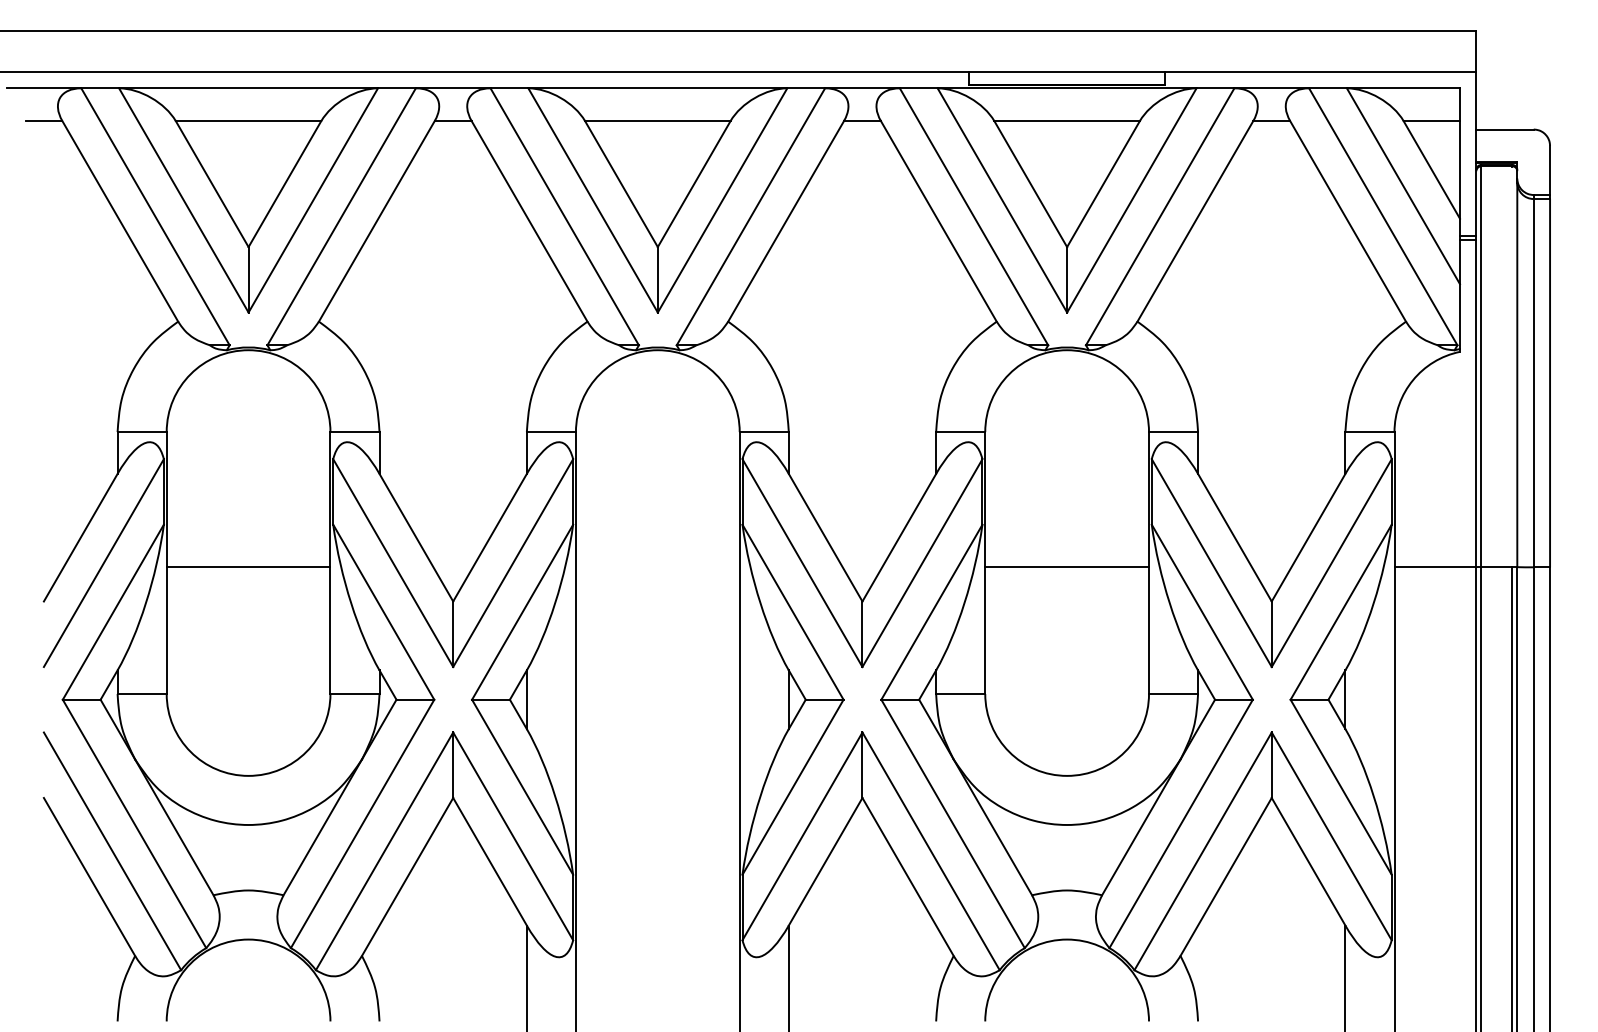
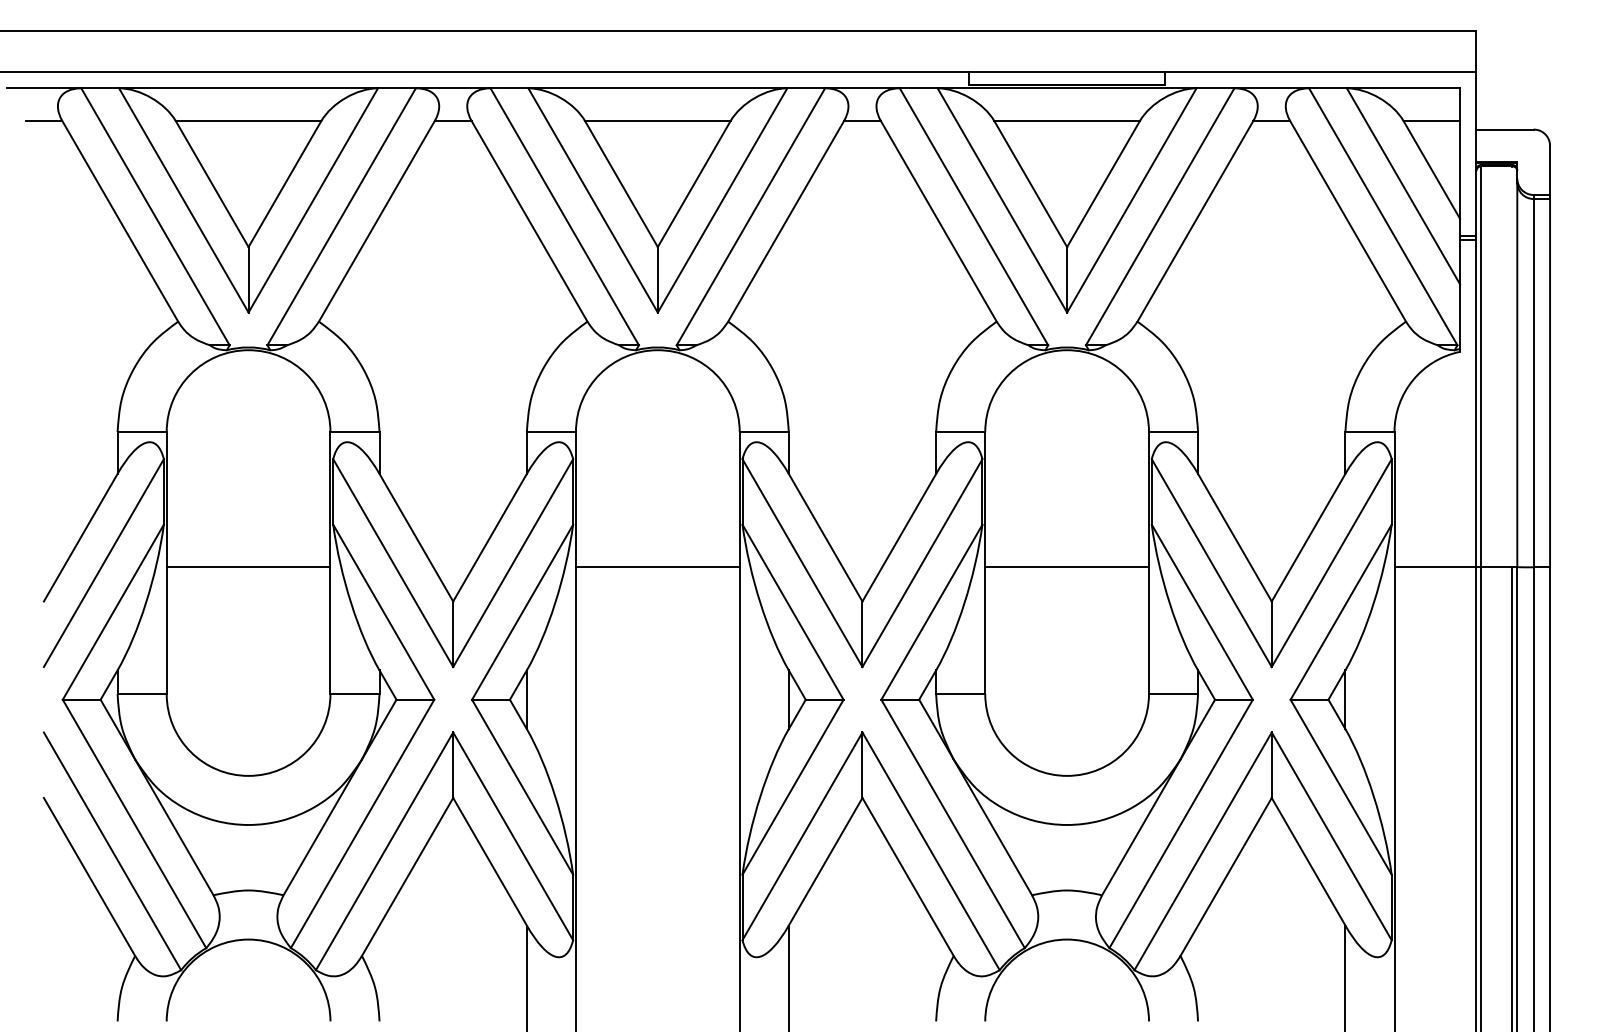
line at (657, 567): none -> present
